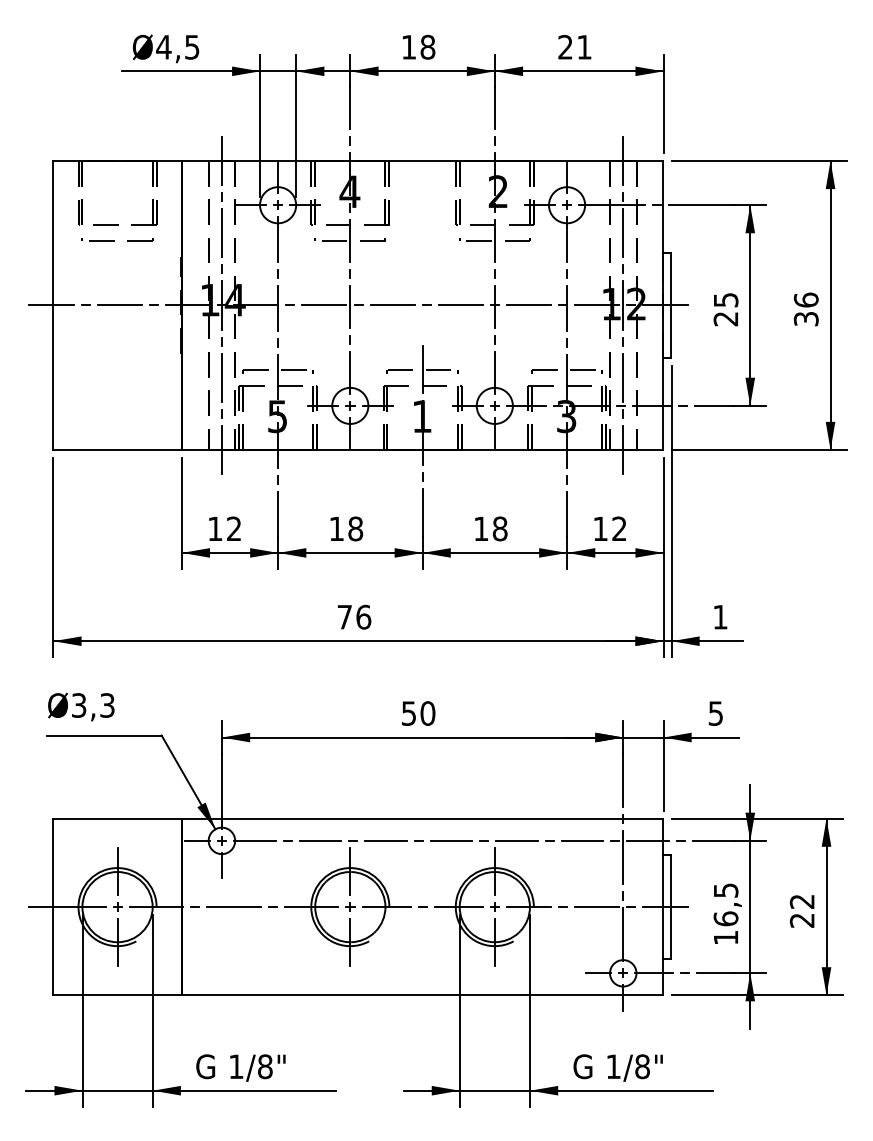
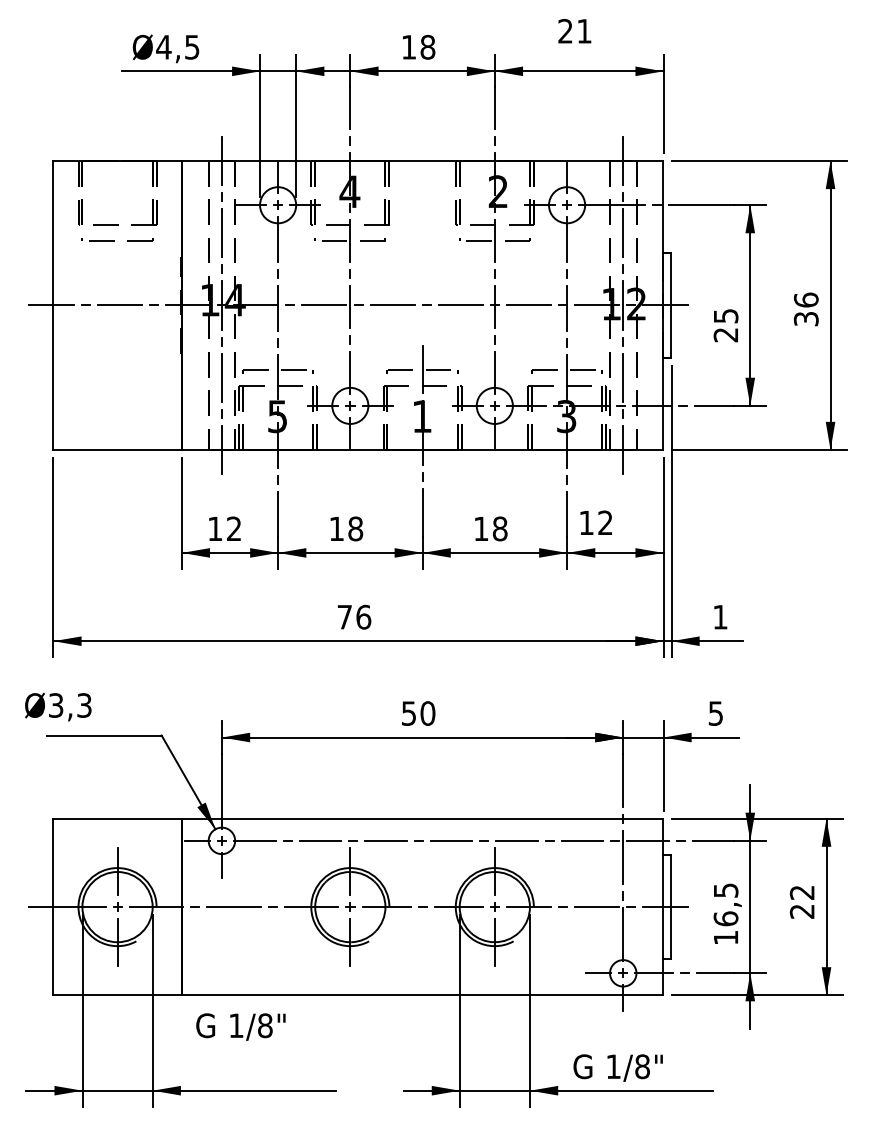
text at (574, 46) position: (574, 46) -> (574, 30)
text at (725, 309) position: (725, 309) -> (725, 325)
text at (609, 528) position: (609, 528) -> (595, 522)
text at (81, 706) position: (81, 706) -> (58, 706)
text at (801, 911) position: (801, 911) -> (801, 902)
text at (240, 1067) position: (240, 1067) -> (240, 1026)
